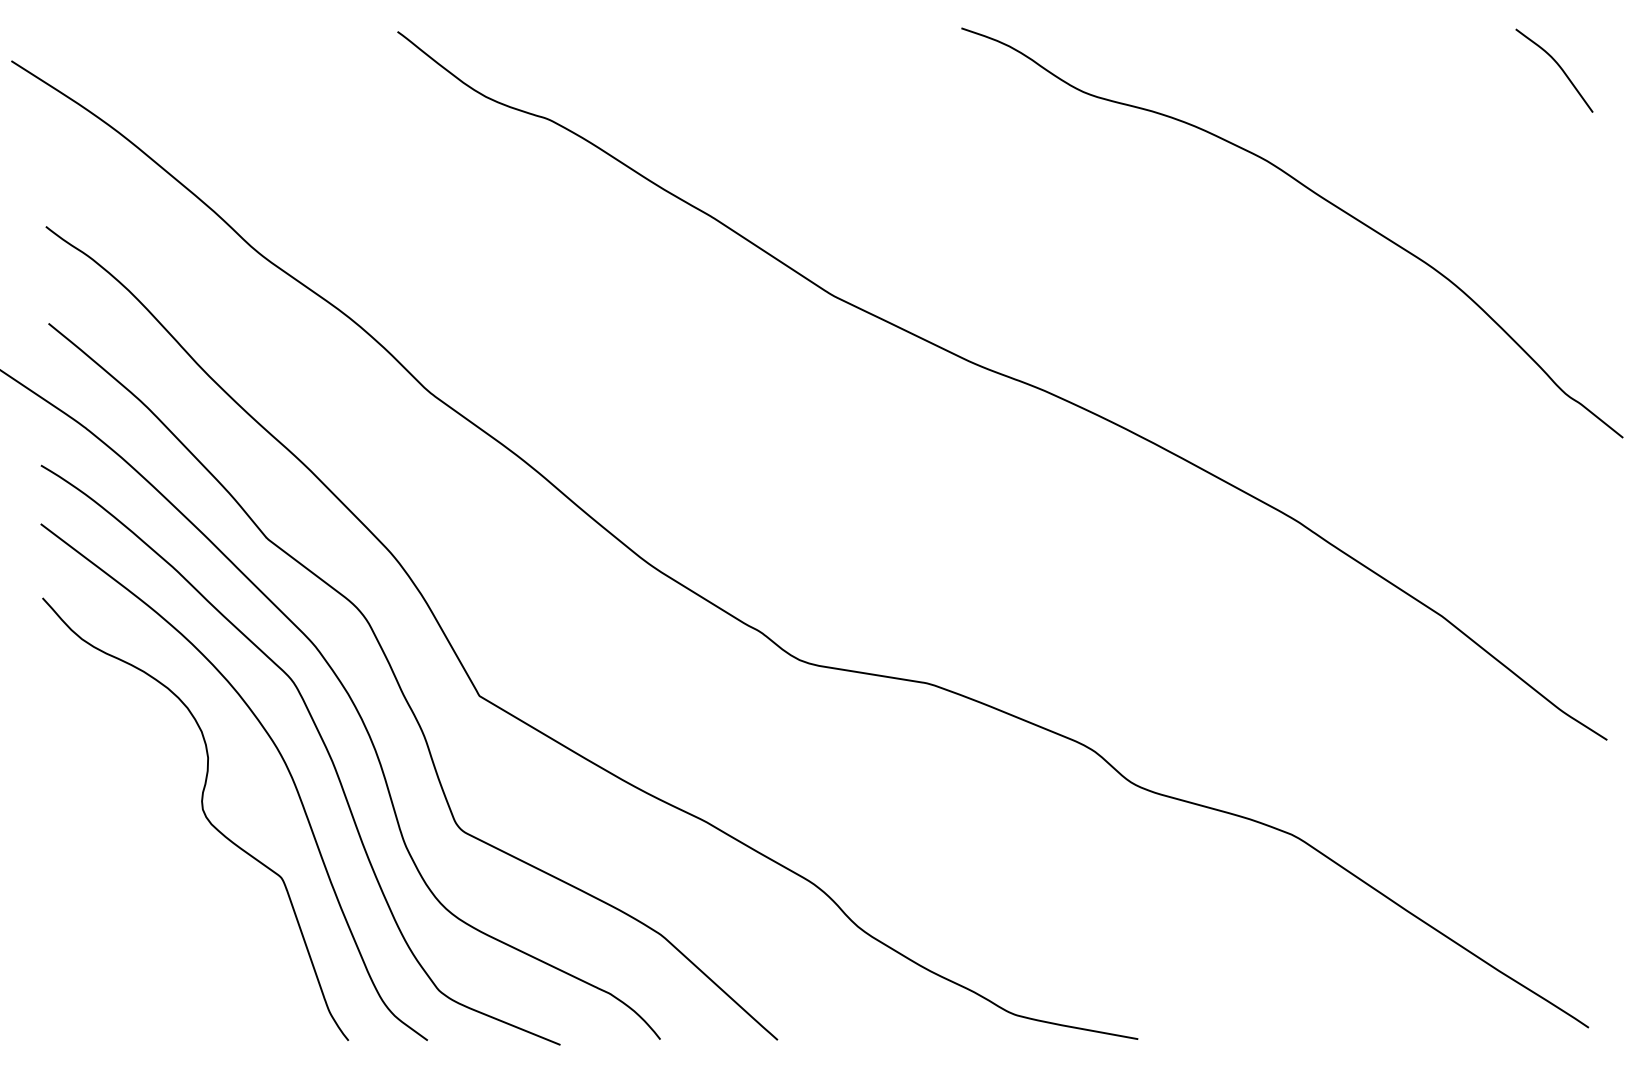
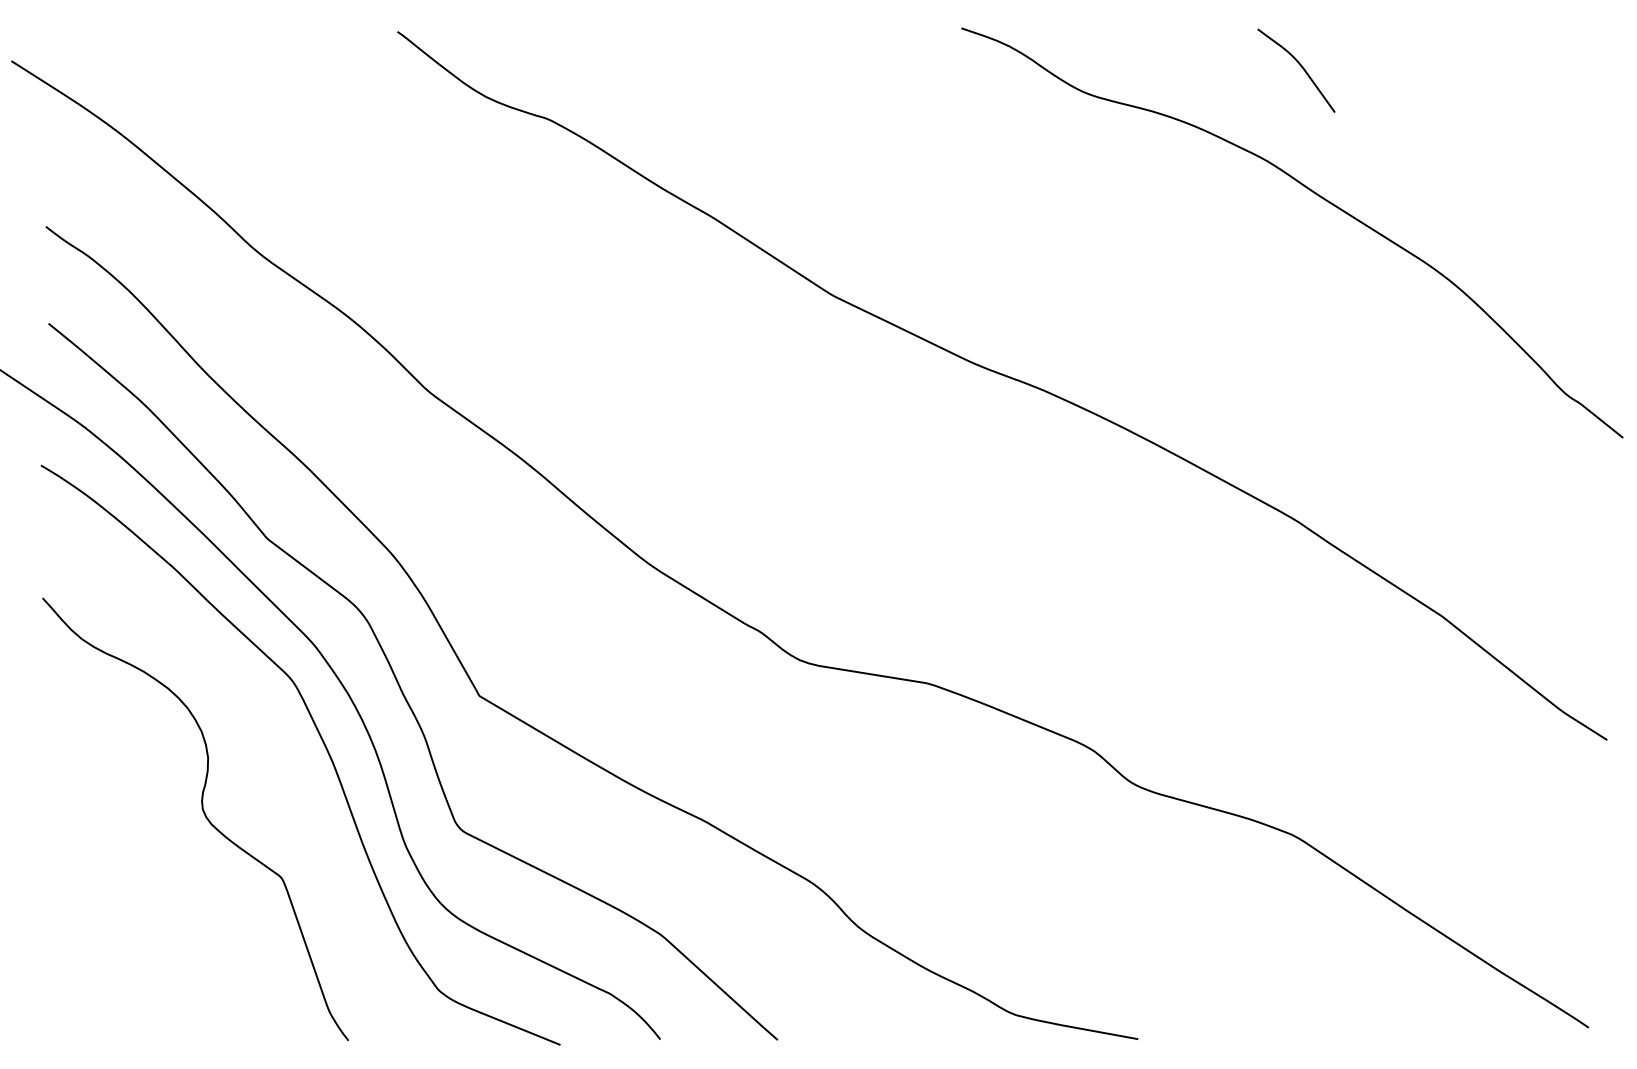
curve at (1558, 66) position: (1558, 66) -> (1300, 66)
curve at (281, 758): present -> none
